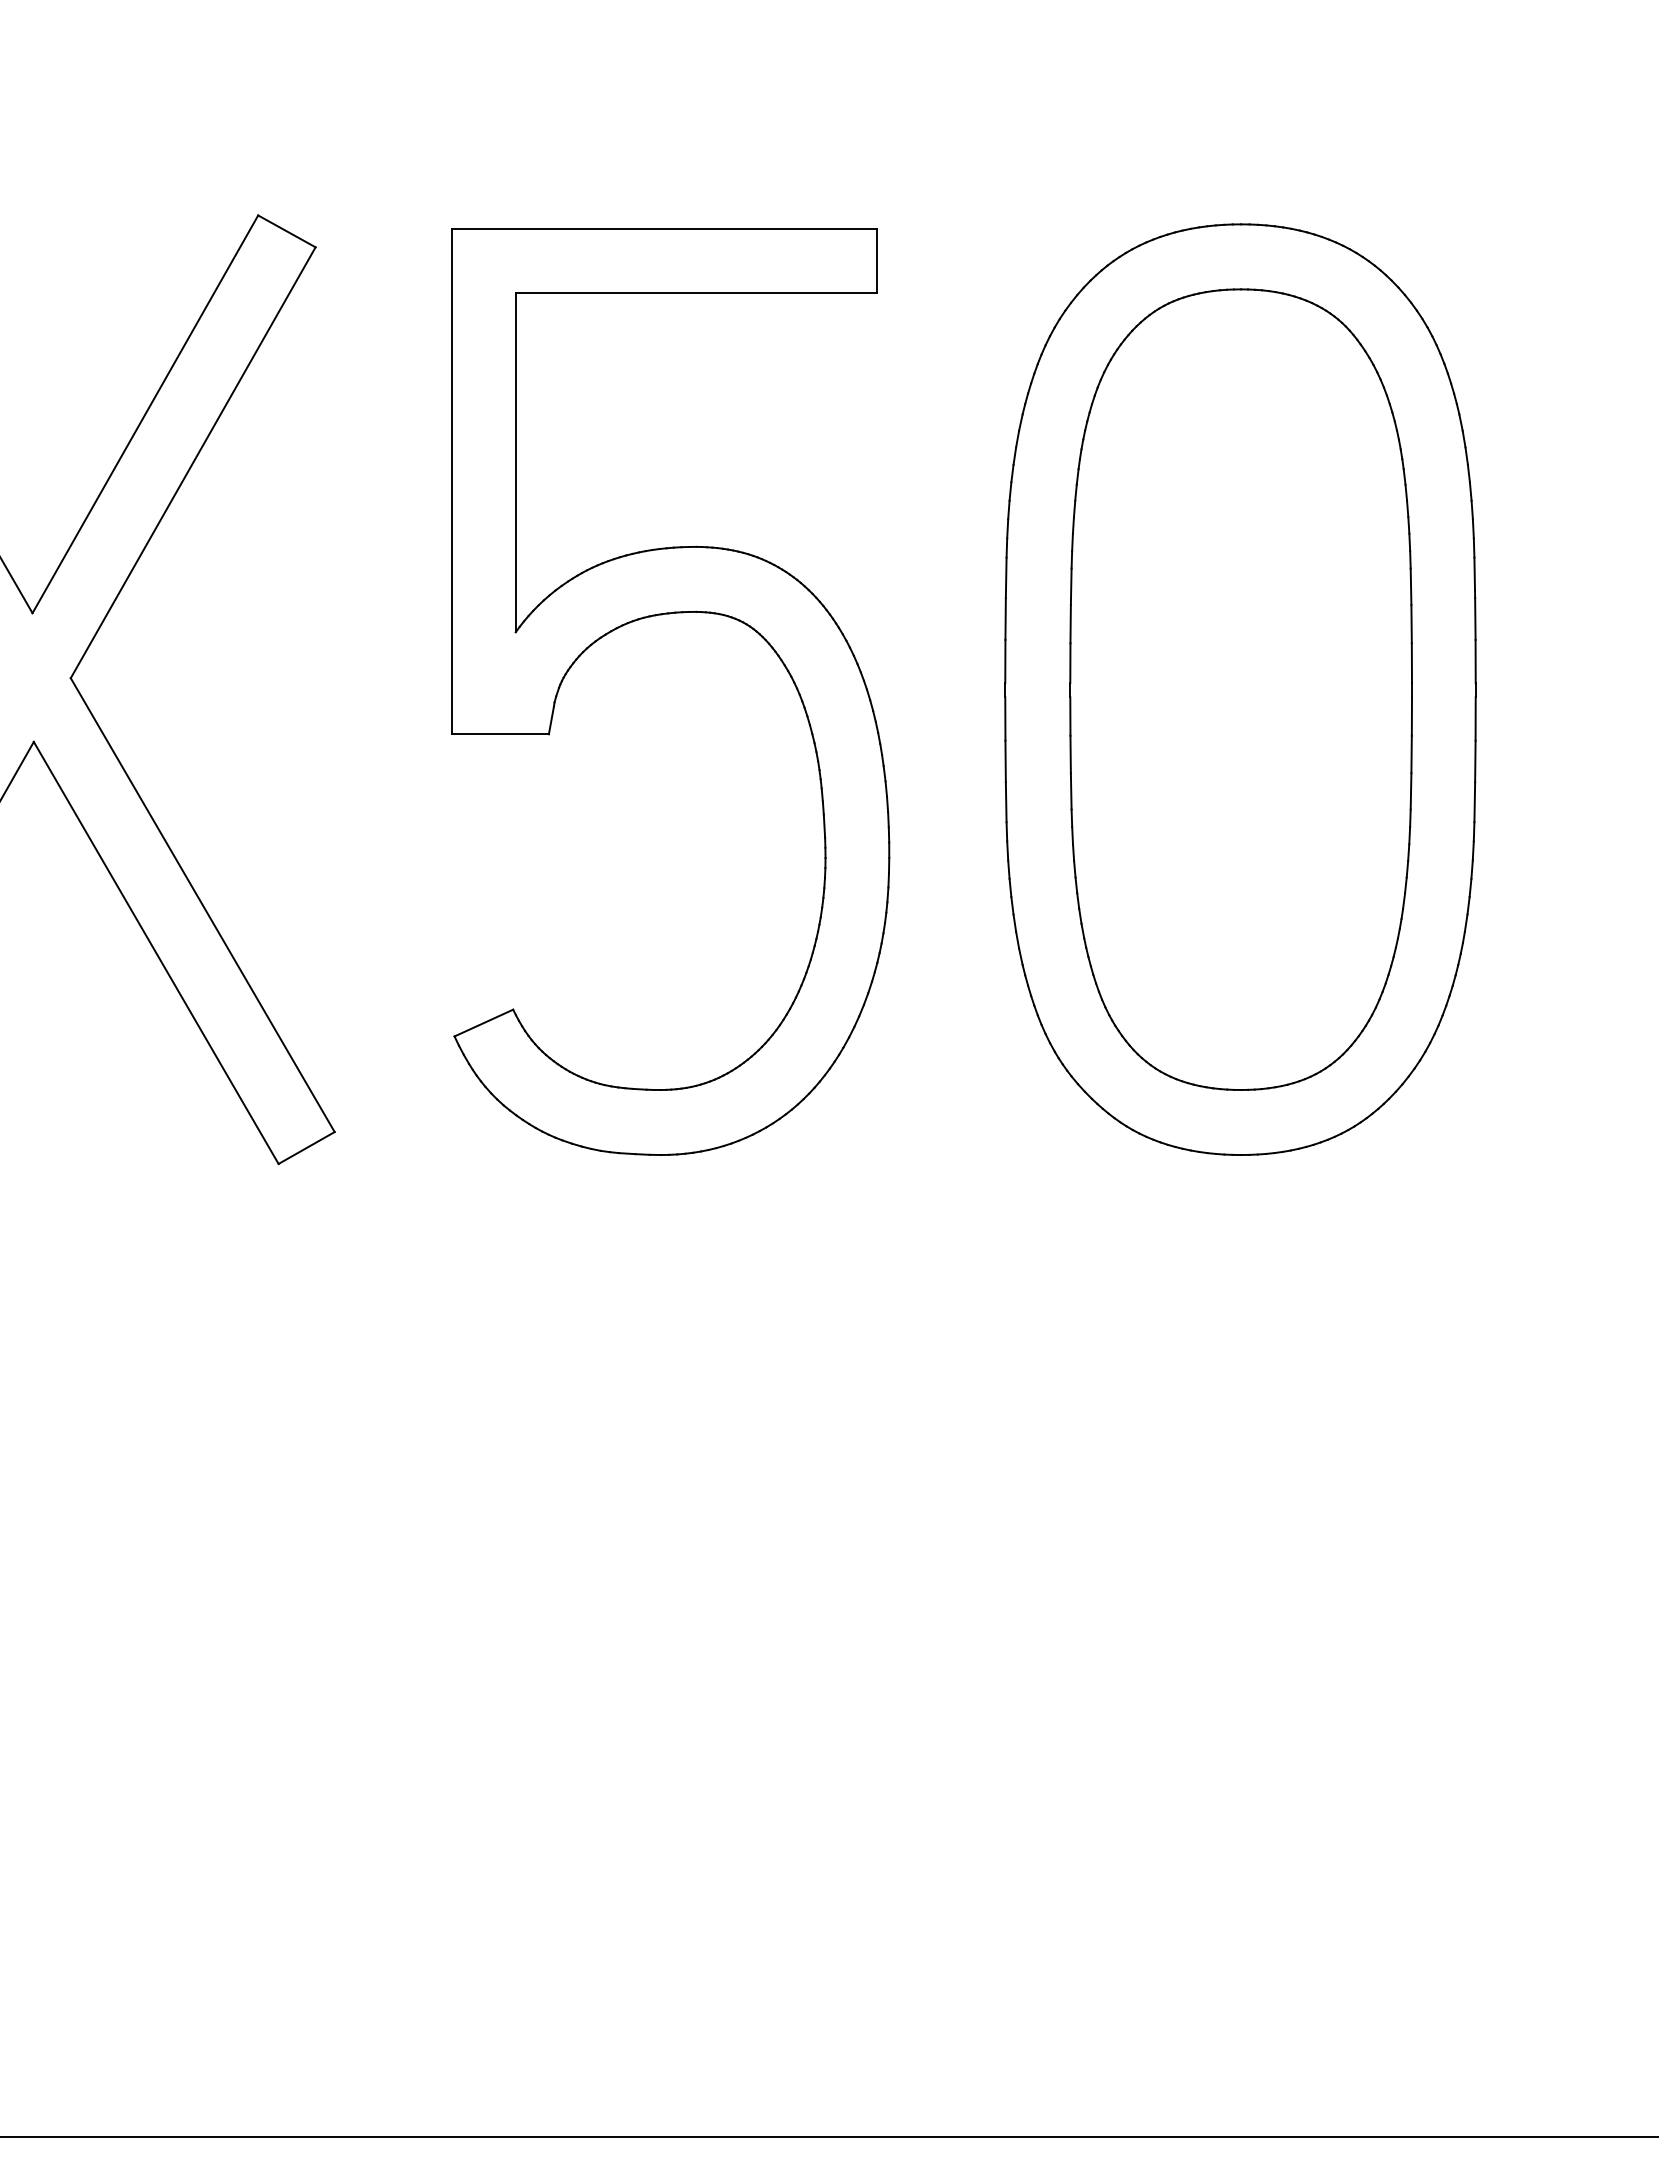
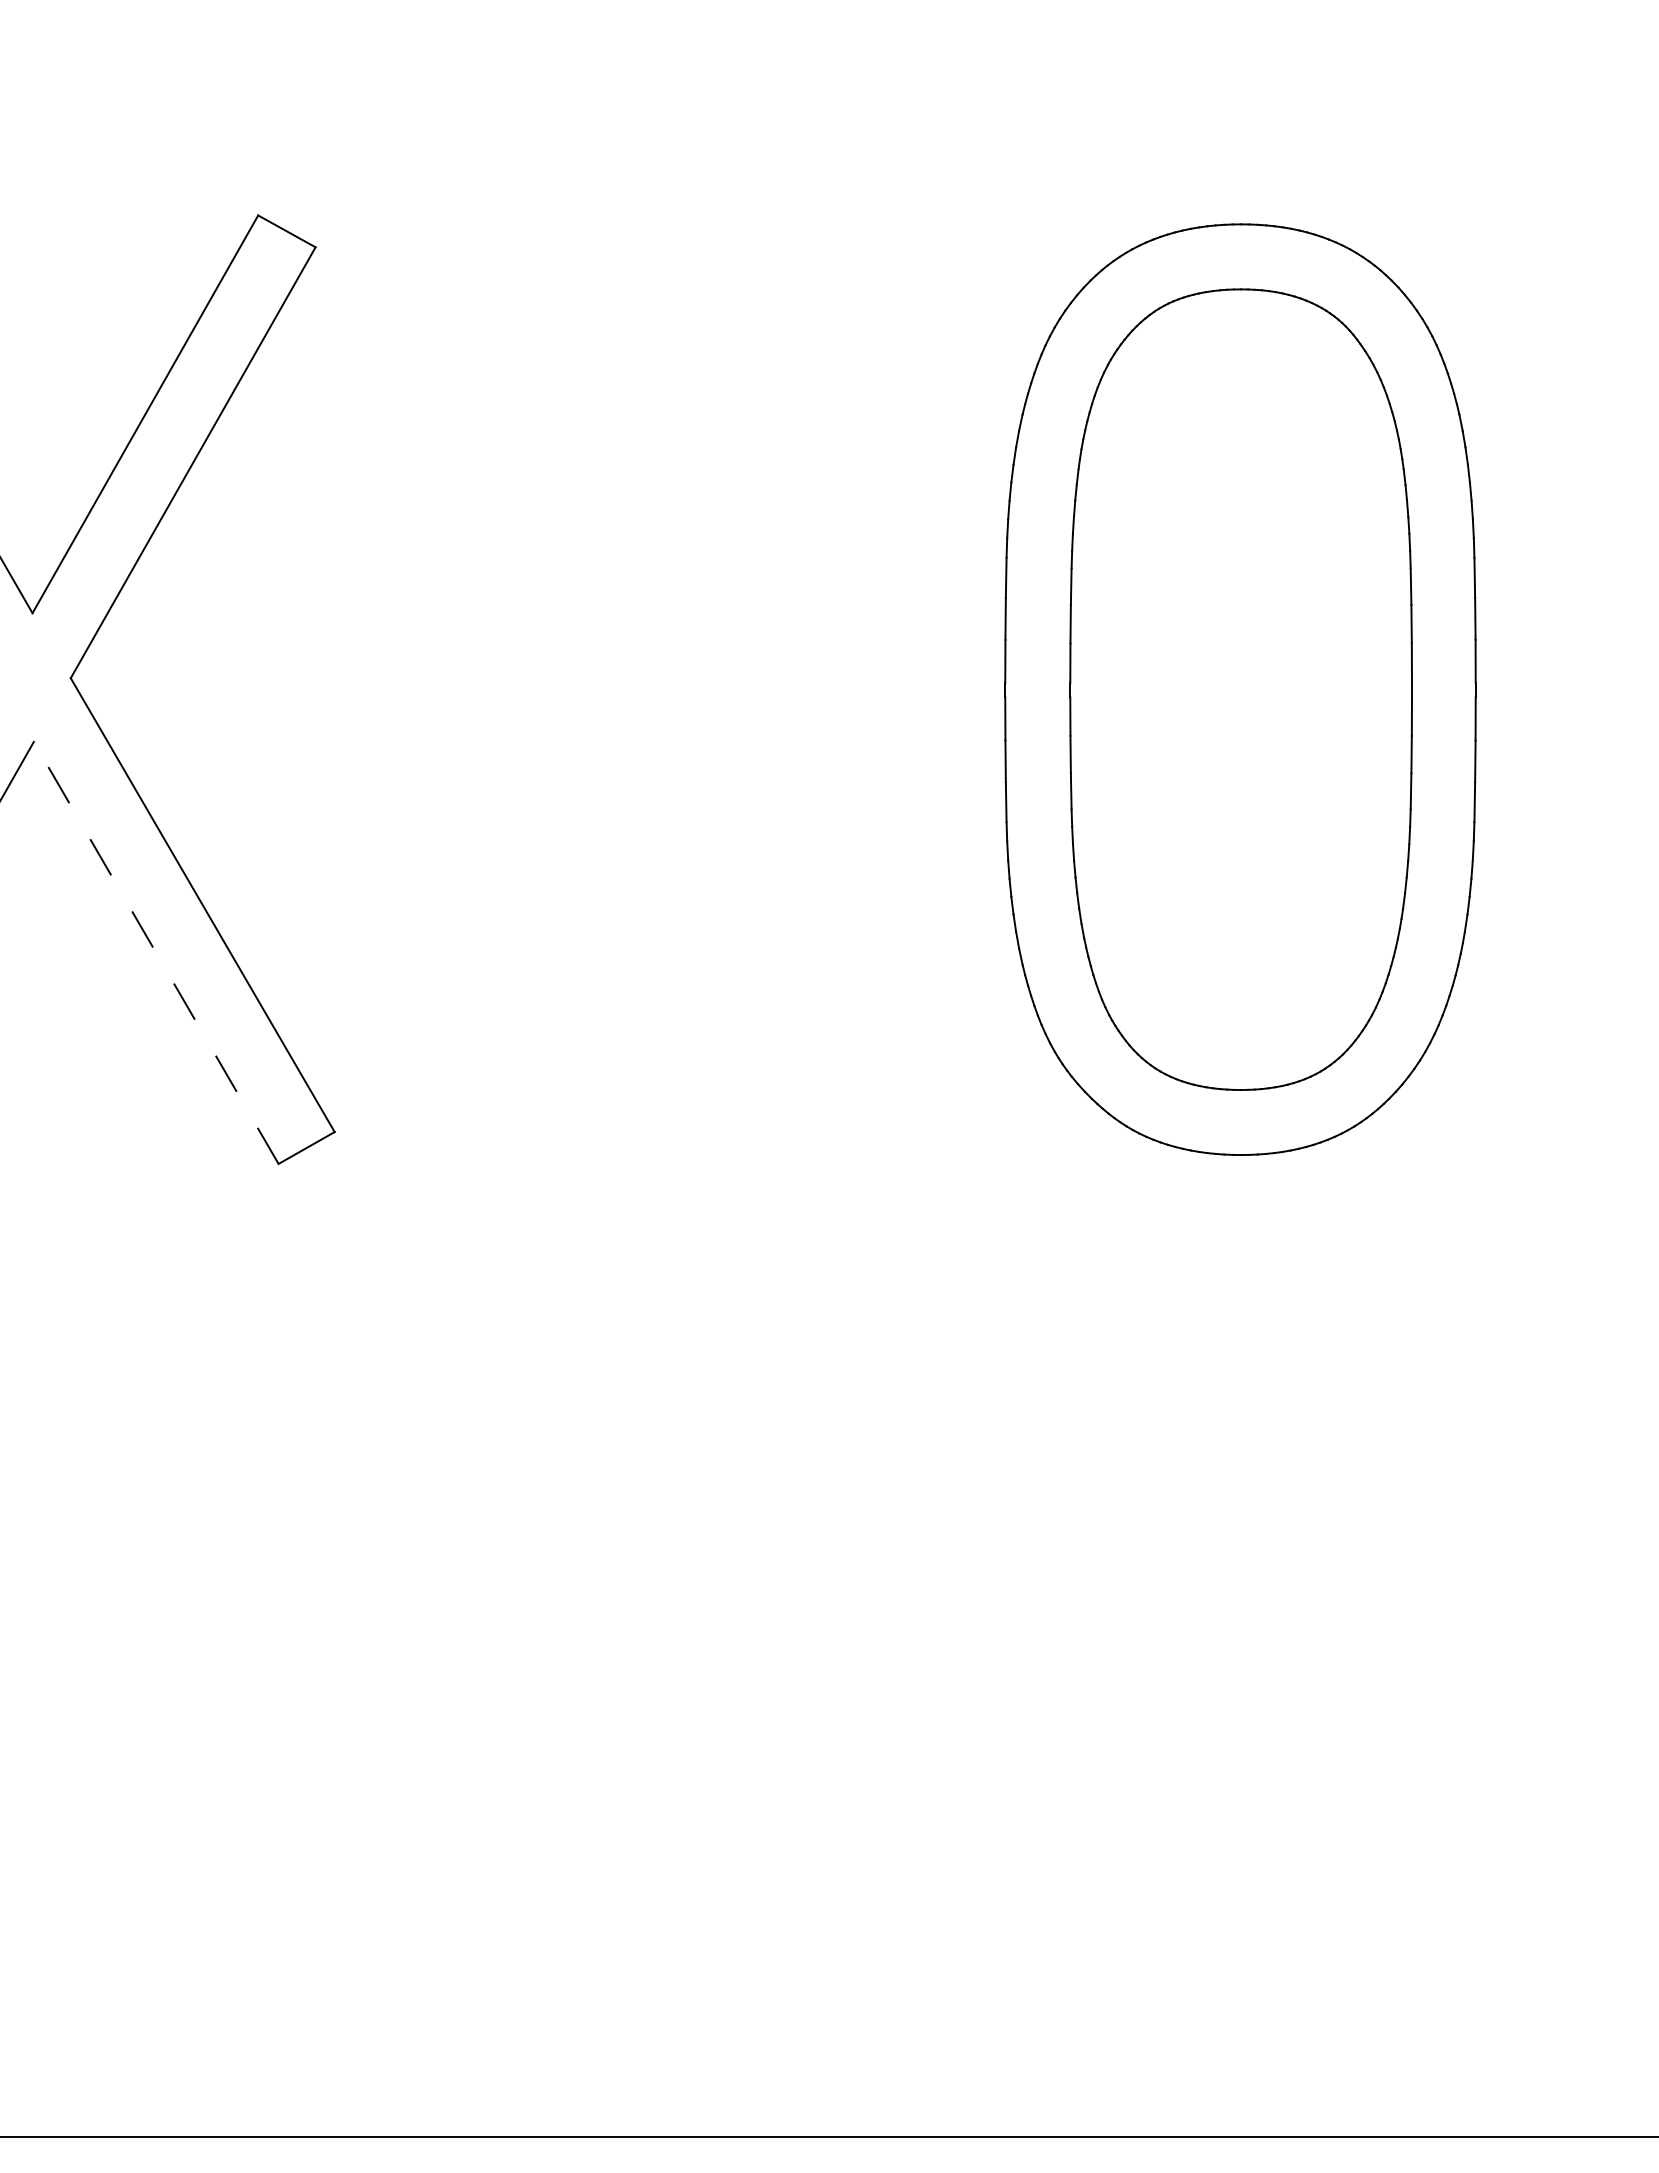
part at (662, 615): present -> none
line at (156, 952): solid -> dashed
